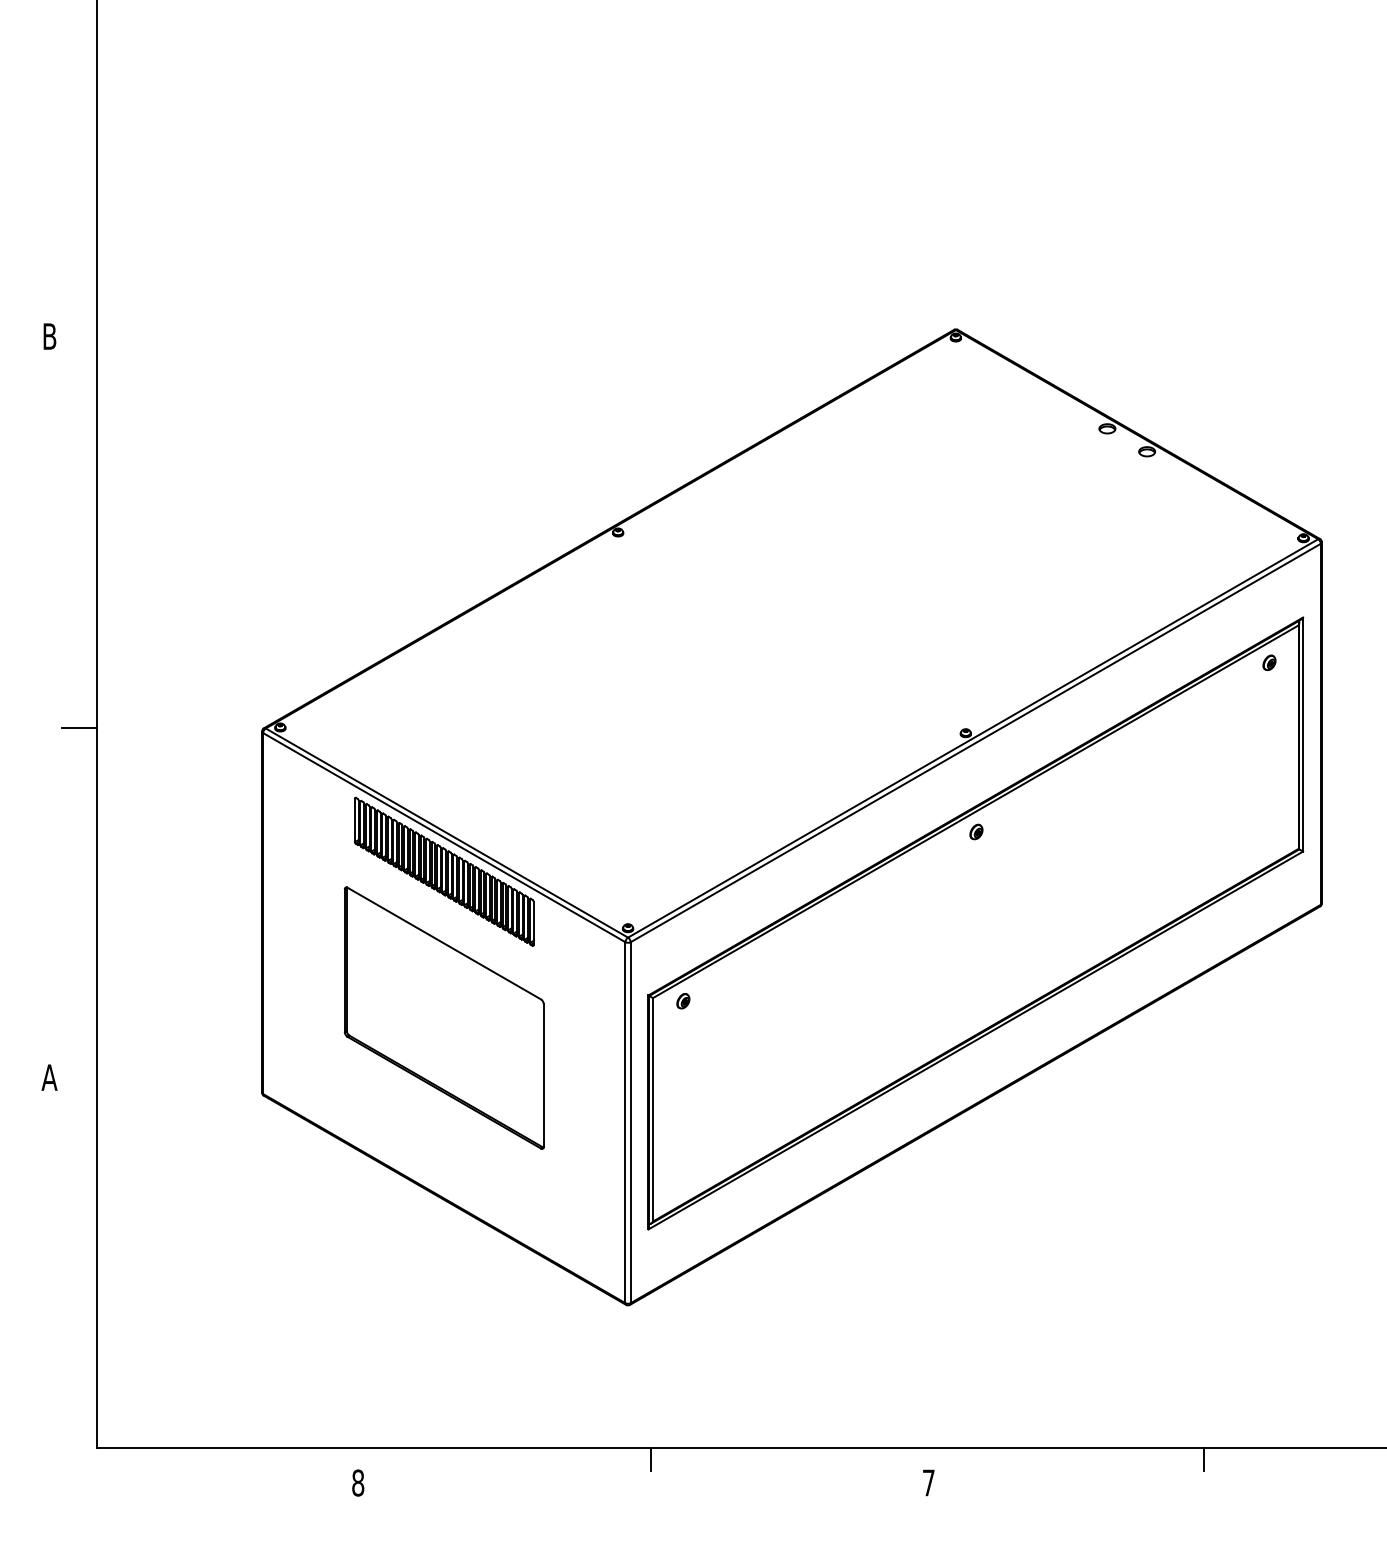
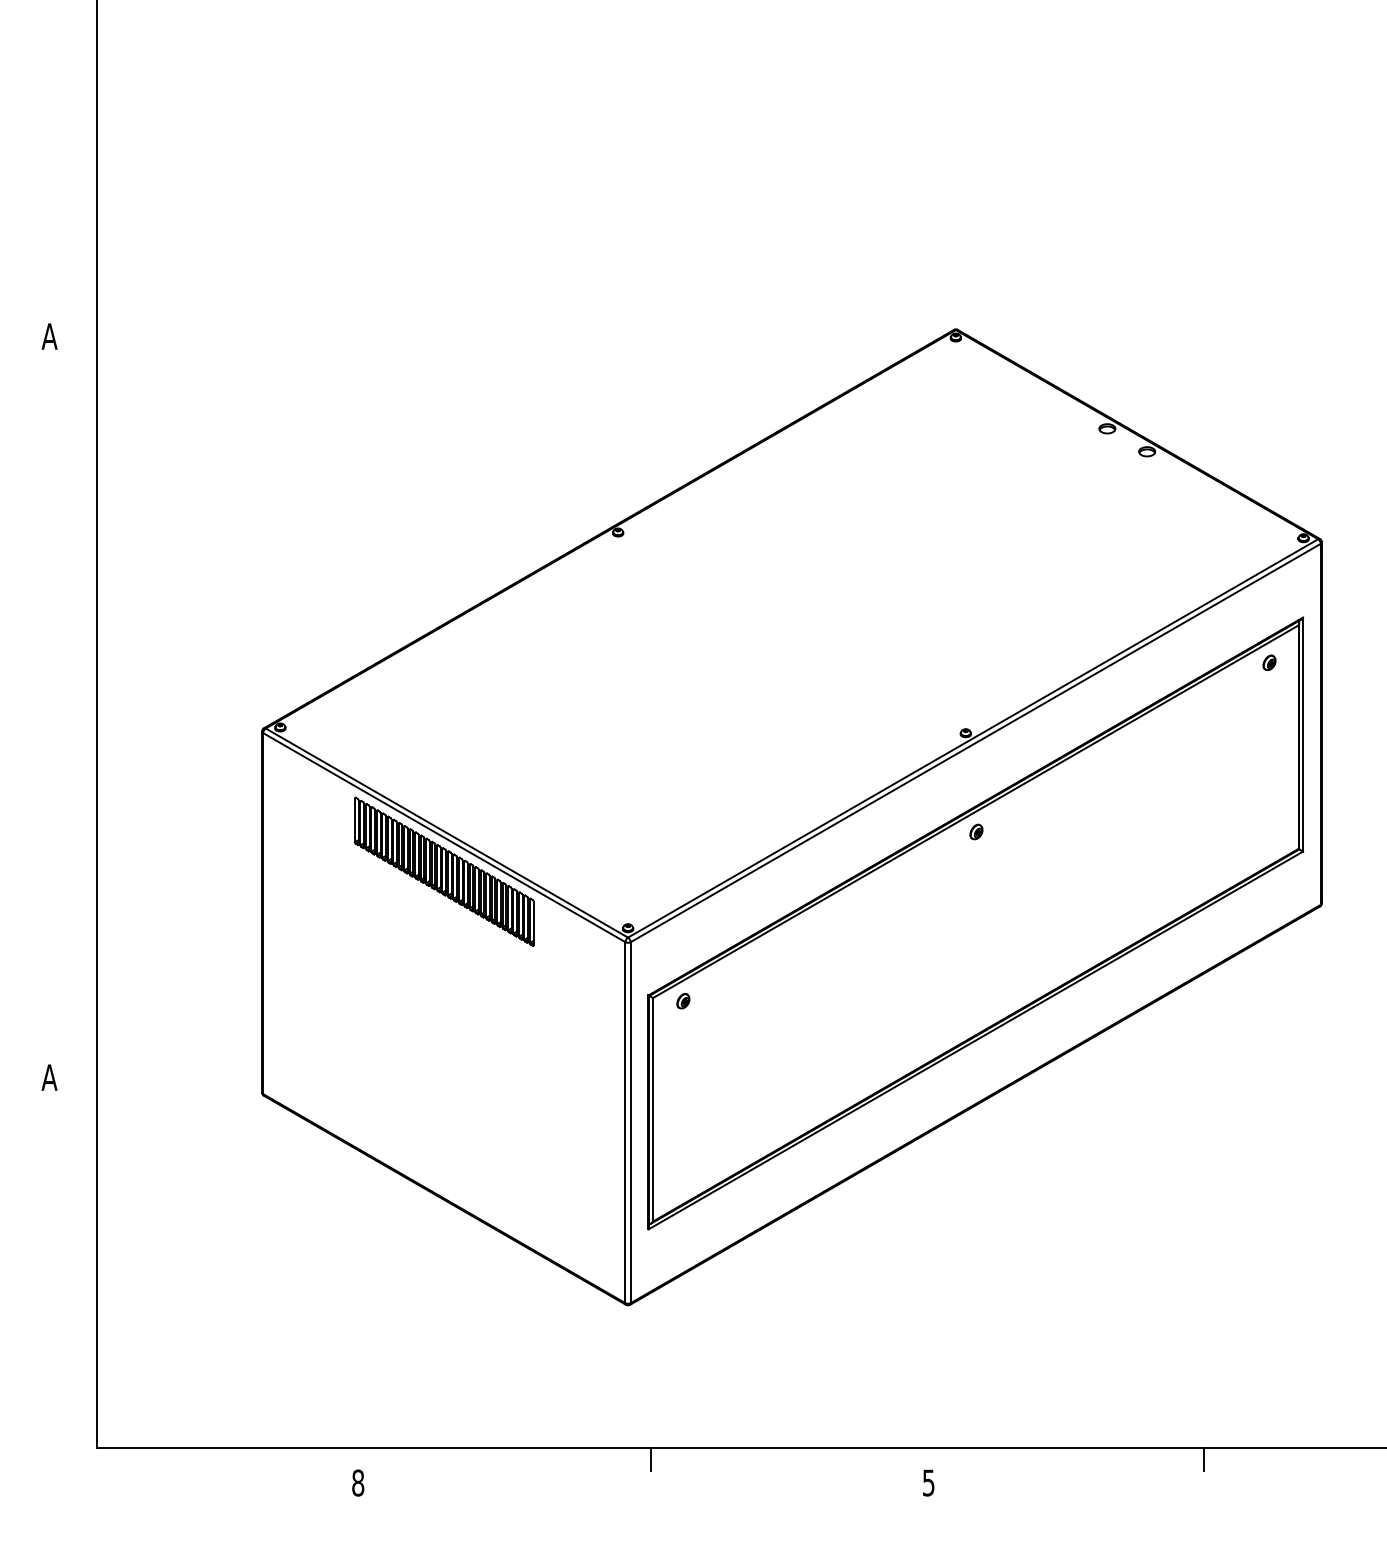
text at (49, 336): B -> A
line at (79, 727): present -> none
part at (443, 1017): present -> none
text at (928, 1482): 7 -> 5
